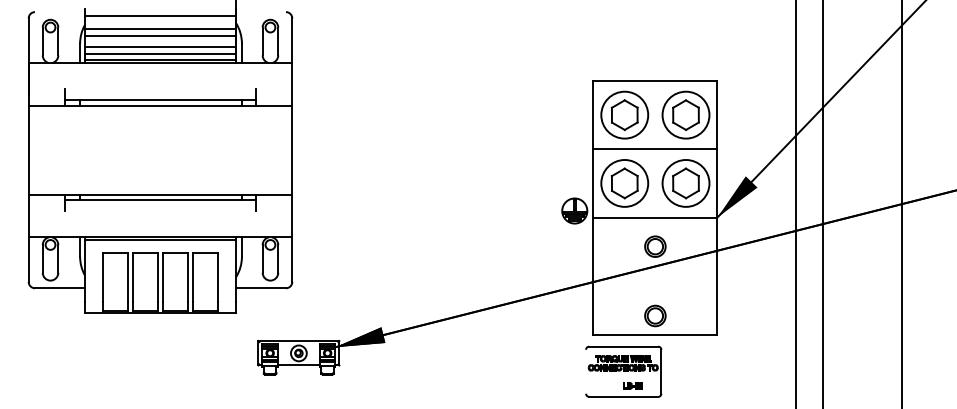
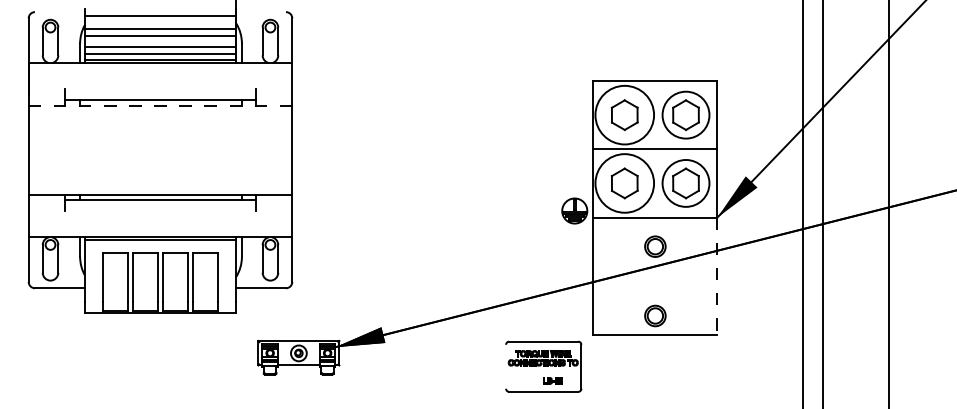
line at (160, 105): solid -> dashed
circle at (624, 114) diameter: 47 px -> 59 px
circle at (624, 183) diameter: 47 px -> 59 px
line at (795, 203) position: (795, 203) -> (802, 203)
line at (902, 203) position: (902, 203) -> (889, 203)
line at (717, 276): solid -> dashed
part at (623, 371) position: (623, 371) -> (543, 366)
